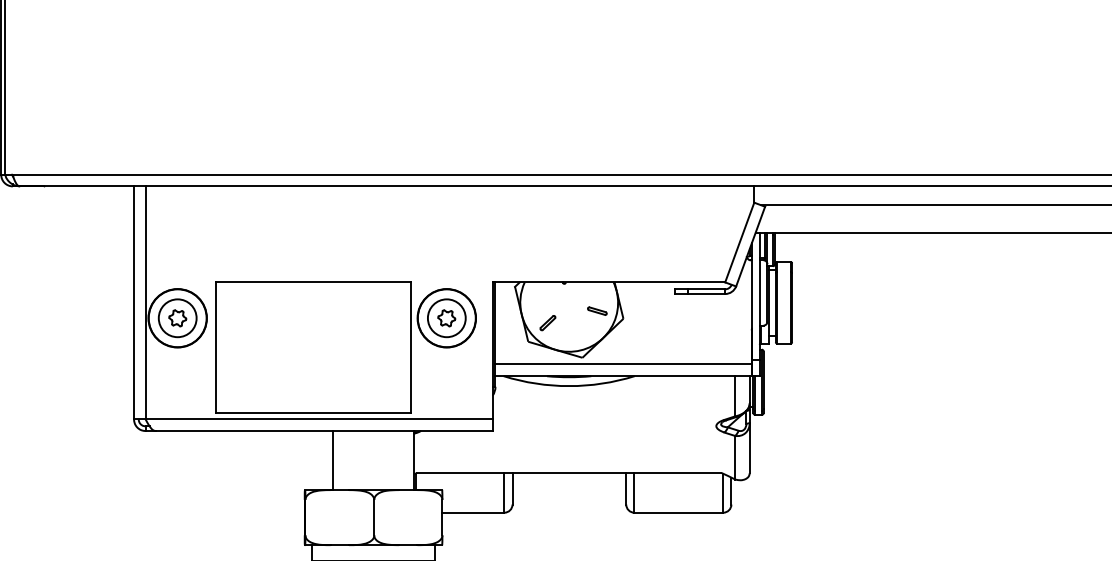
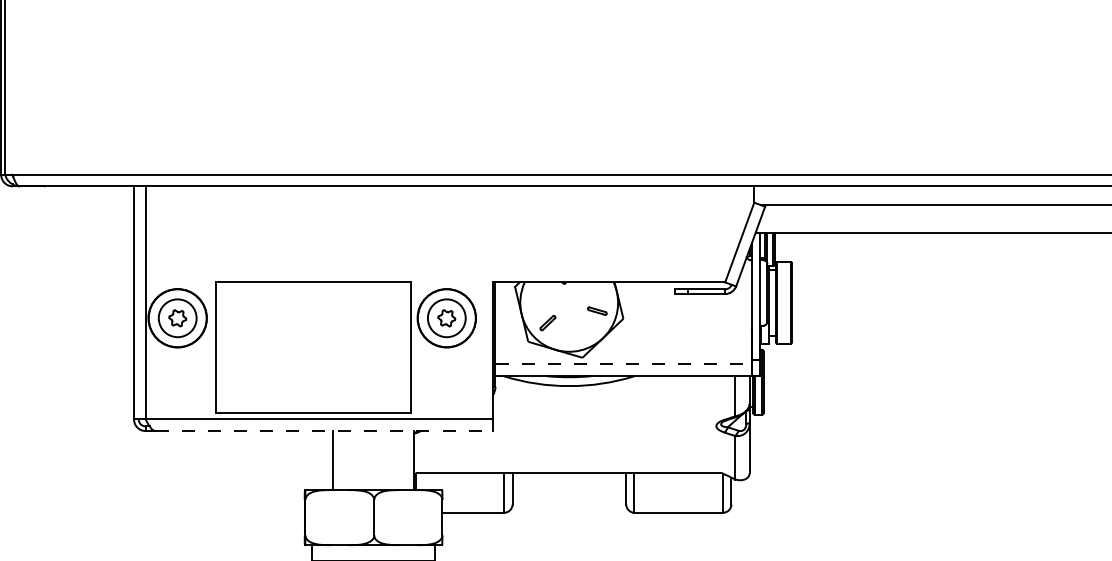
line at (624, 363): solid -> dashed
line at (324, 430): solid -> dashed
